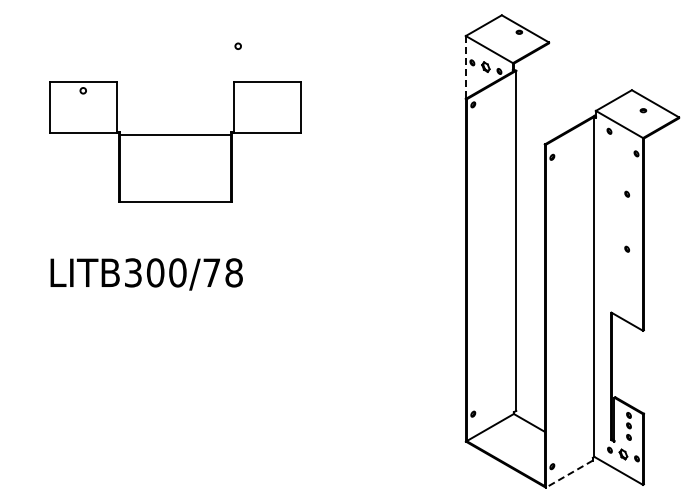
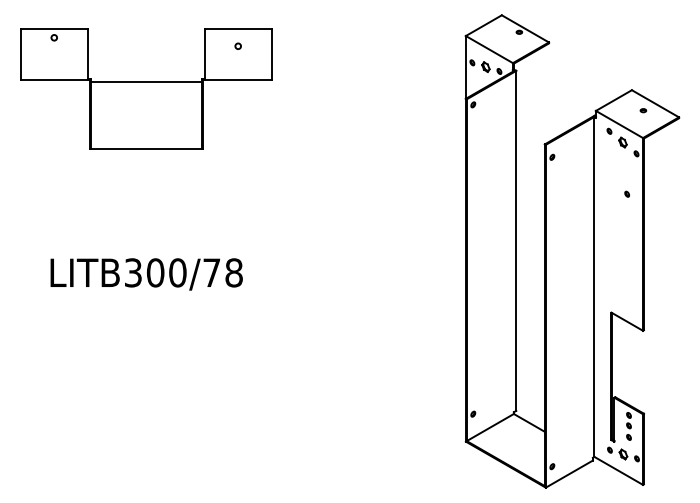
line at (465, 67): dashed -> solid
part at (175, 141) position: (175, 141) -> (146, 88)
part at (622, 142): none -> present
part at (627, 248): present -> none
line at (568, 474): dashed -> solid
